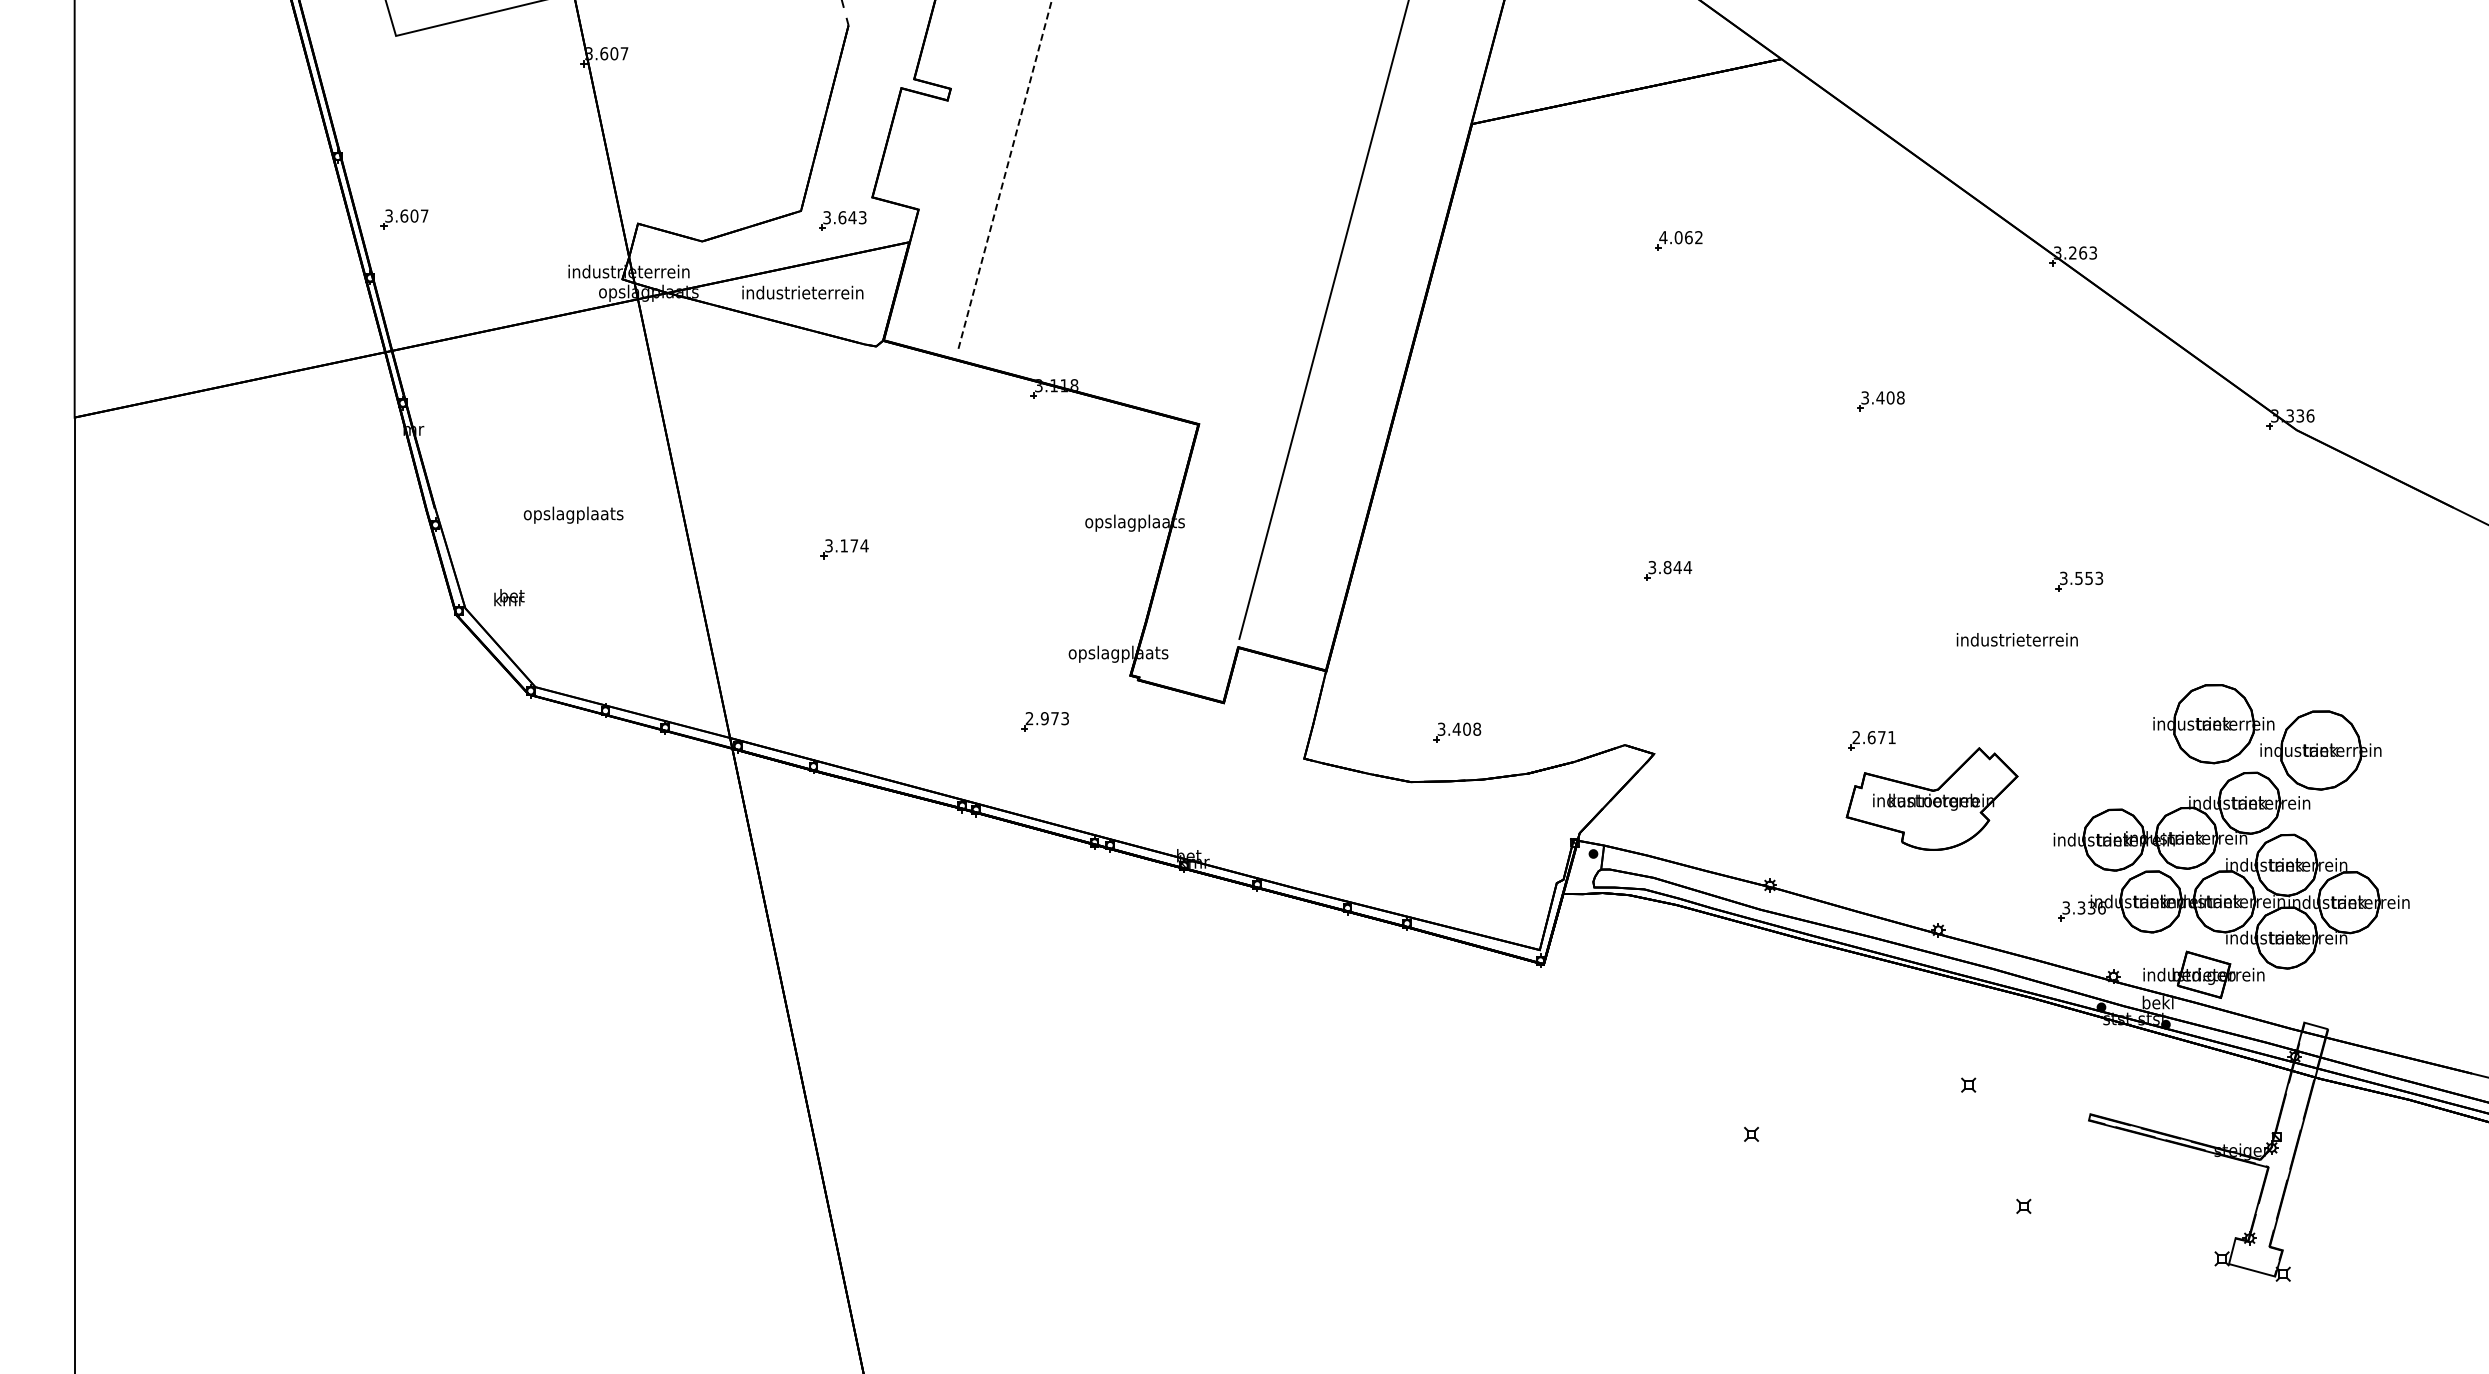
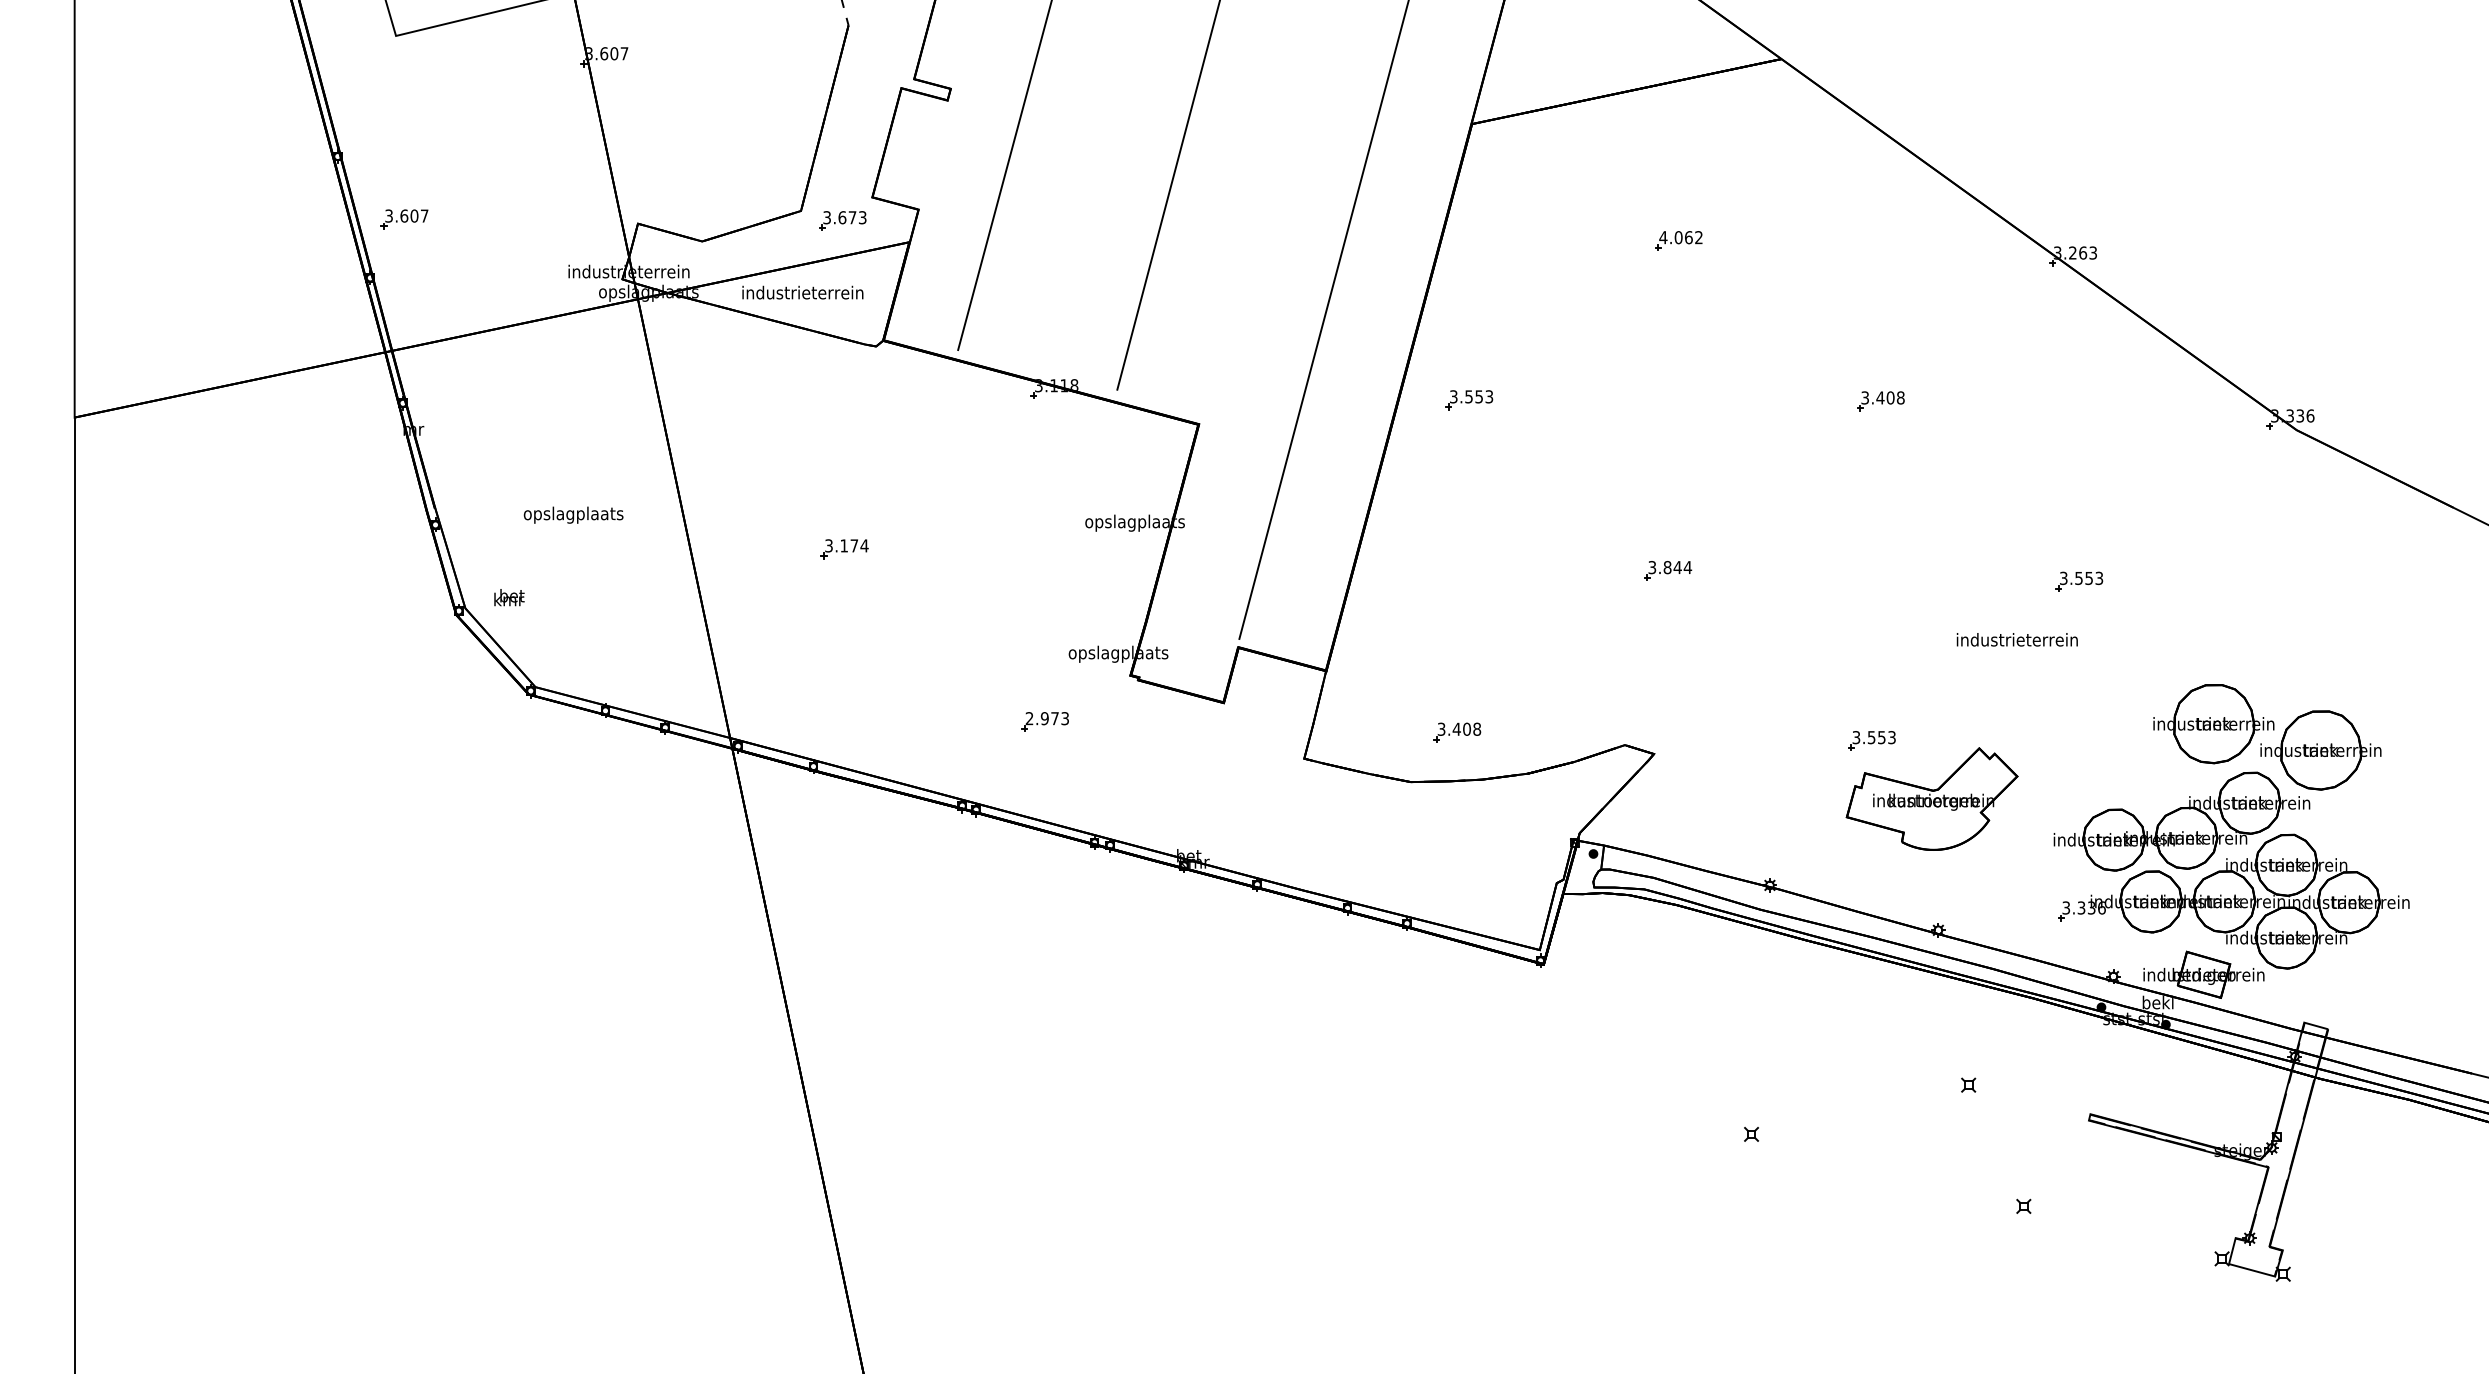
line at (1004, 175): dashed -> solid
line at (1168, 195): none -> present
text at (852, 217): 3.643 -> 3.673
part at (1469, 400): none -> present
text at (1873, 737): 2.671 -> 3.553
